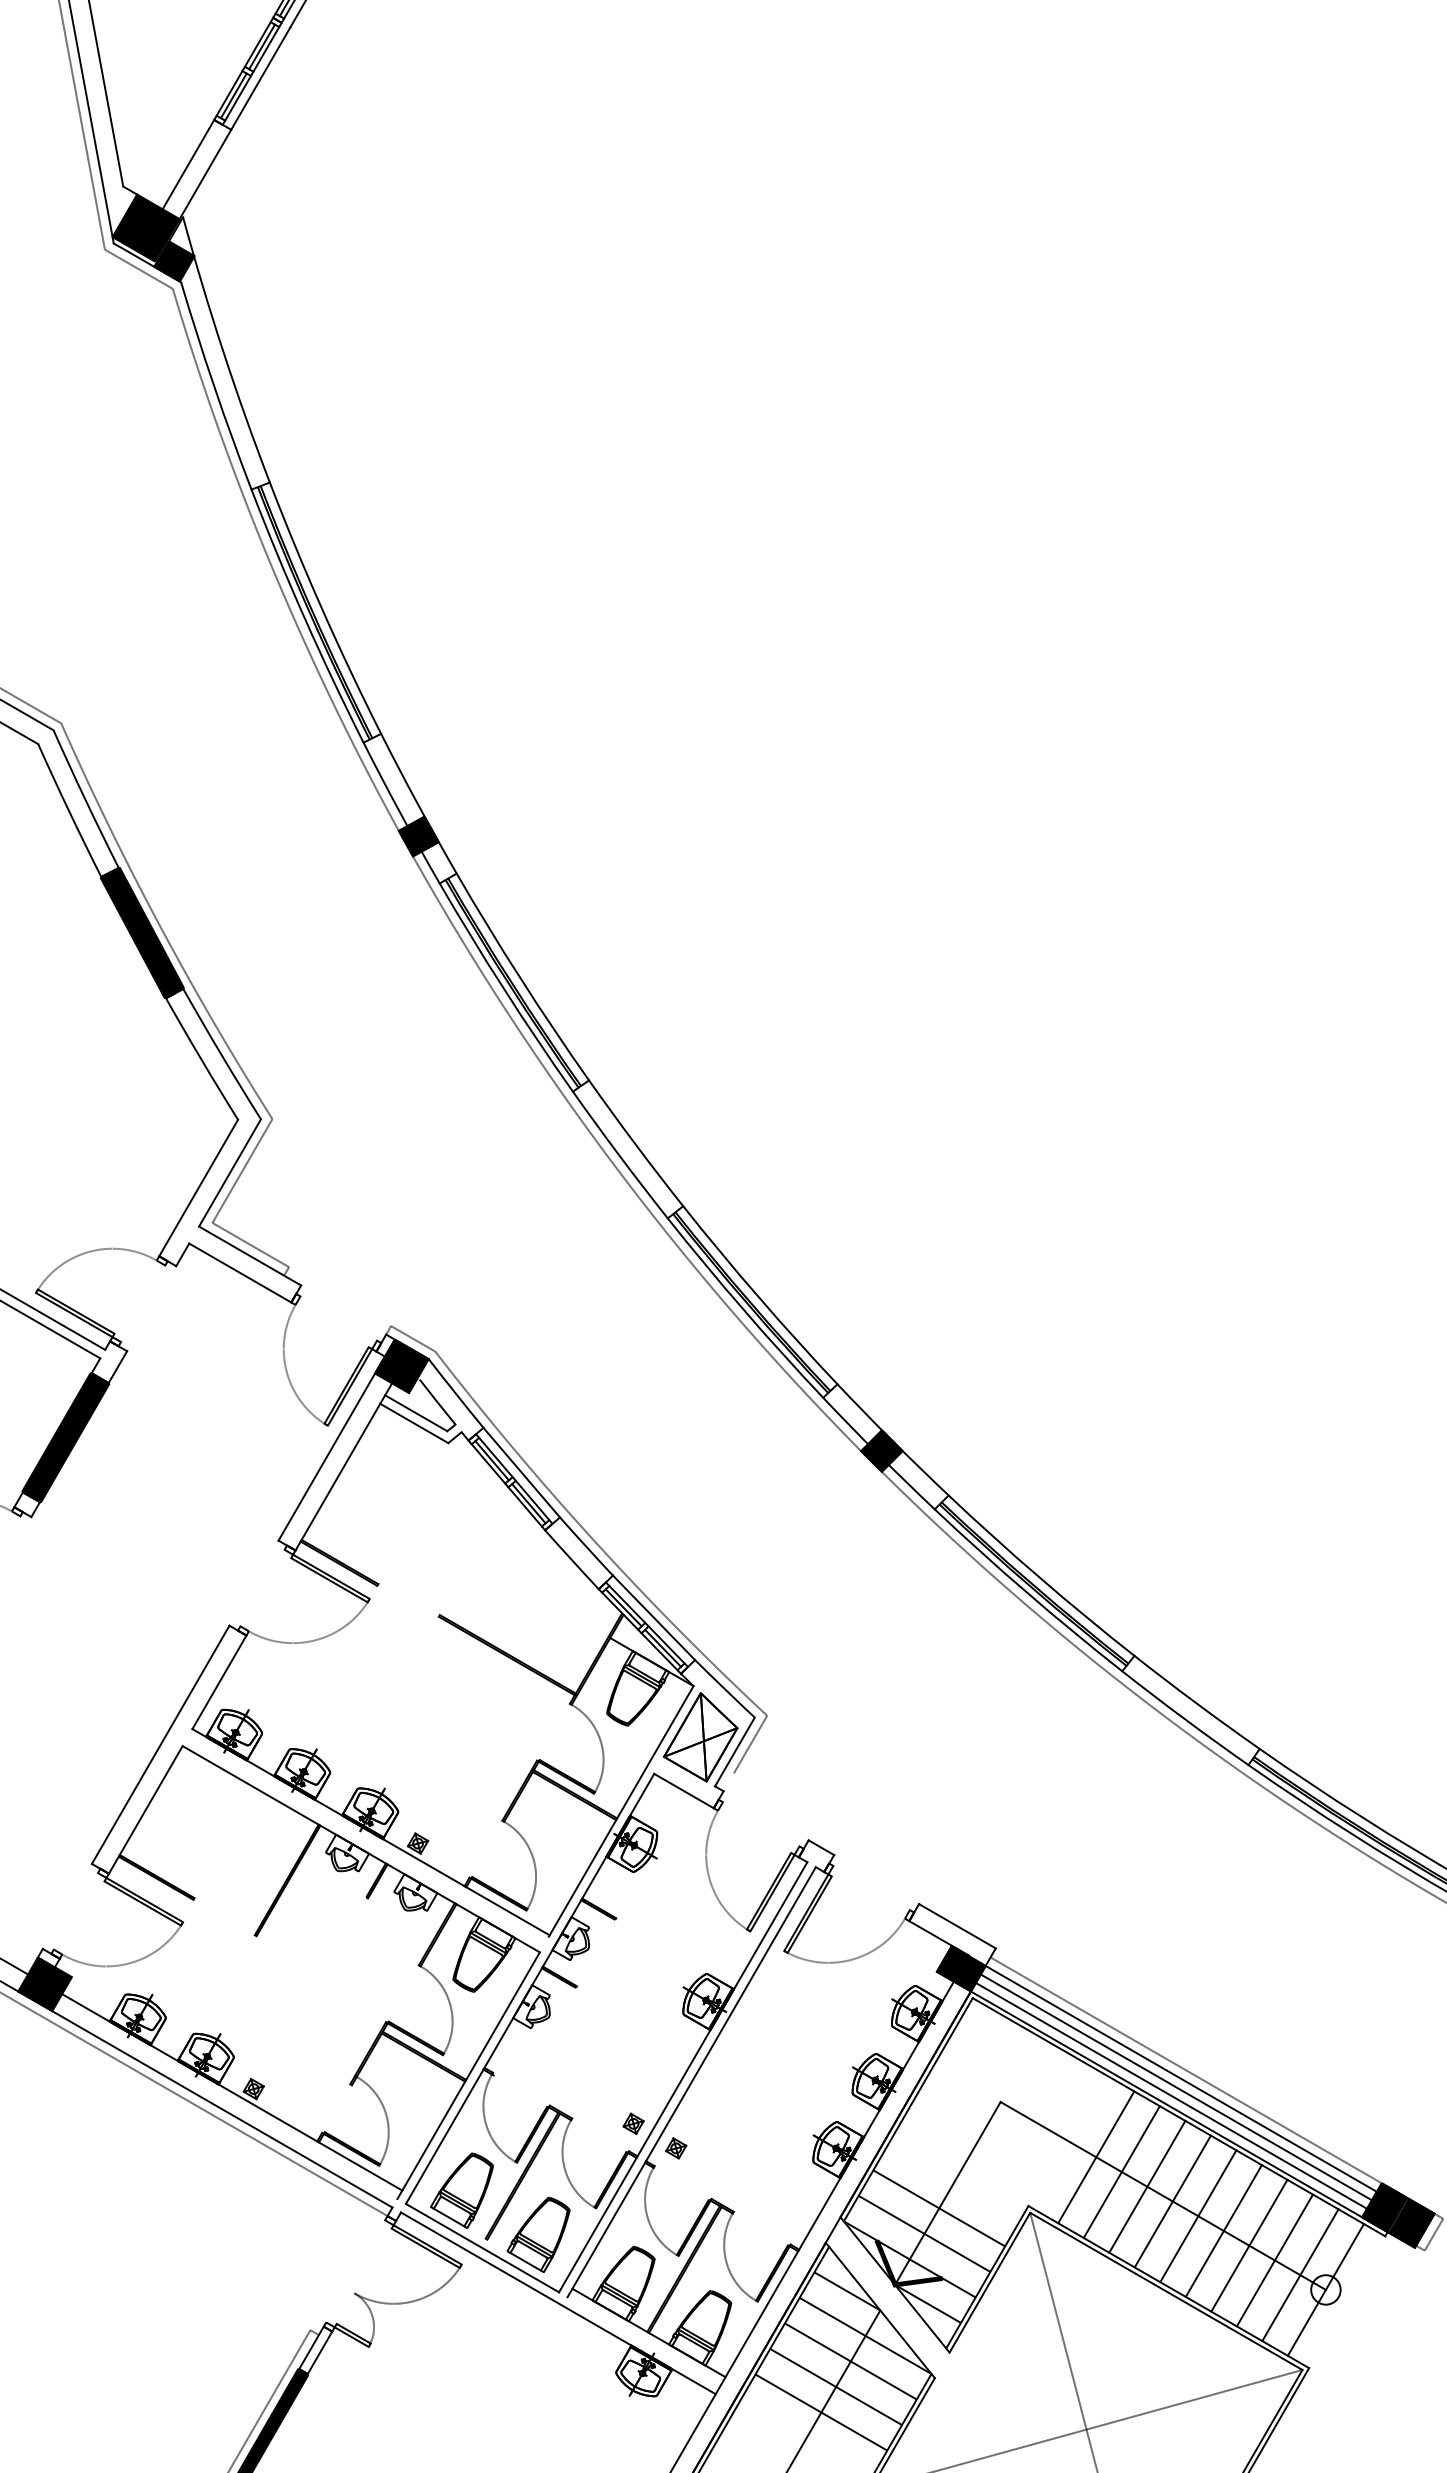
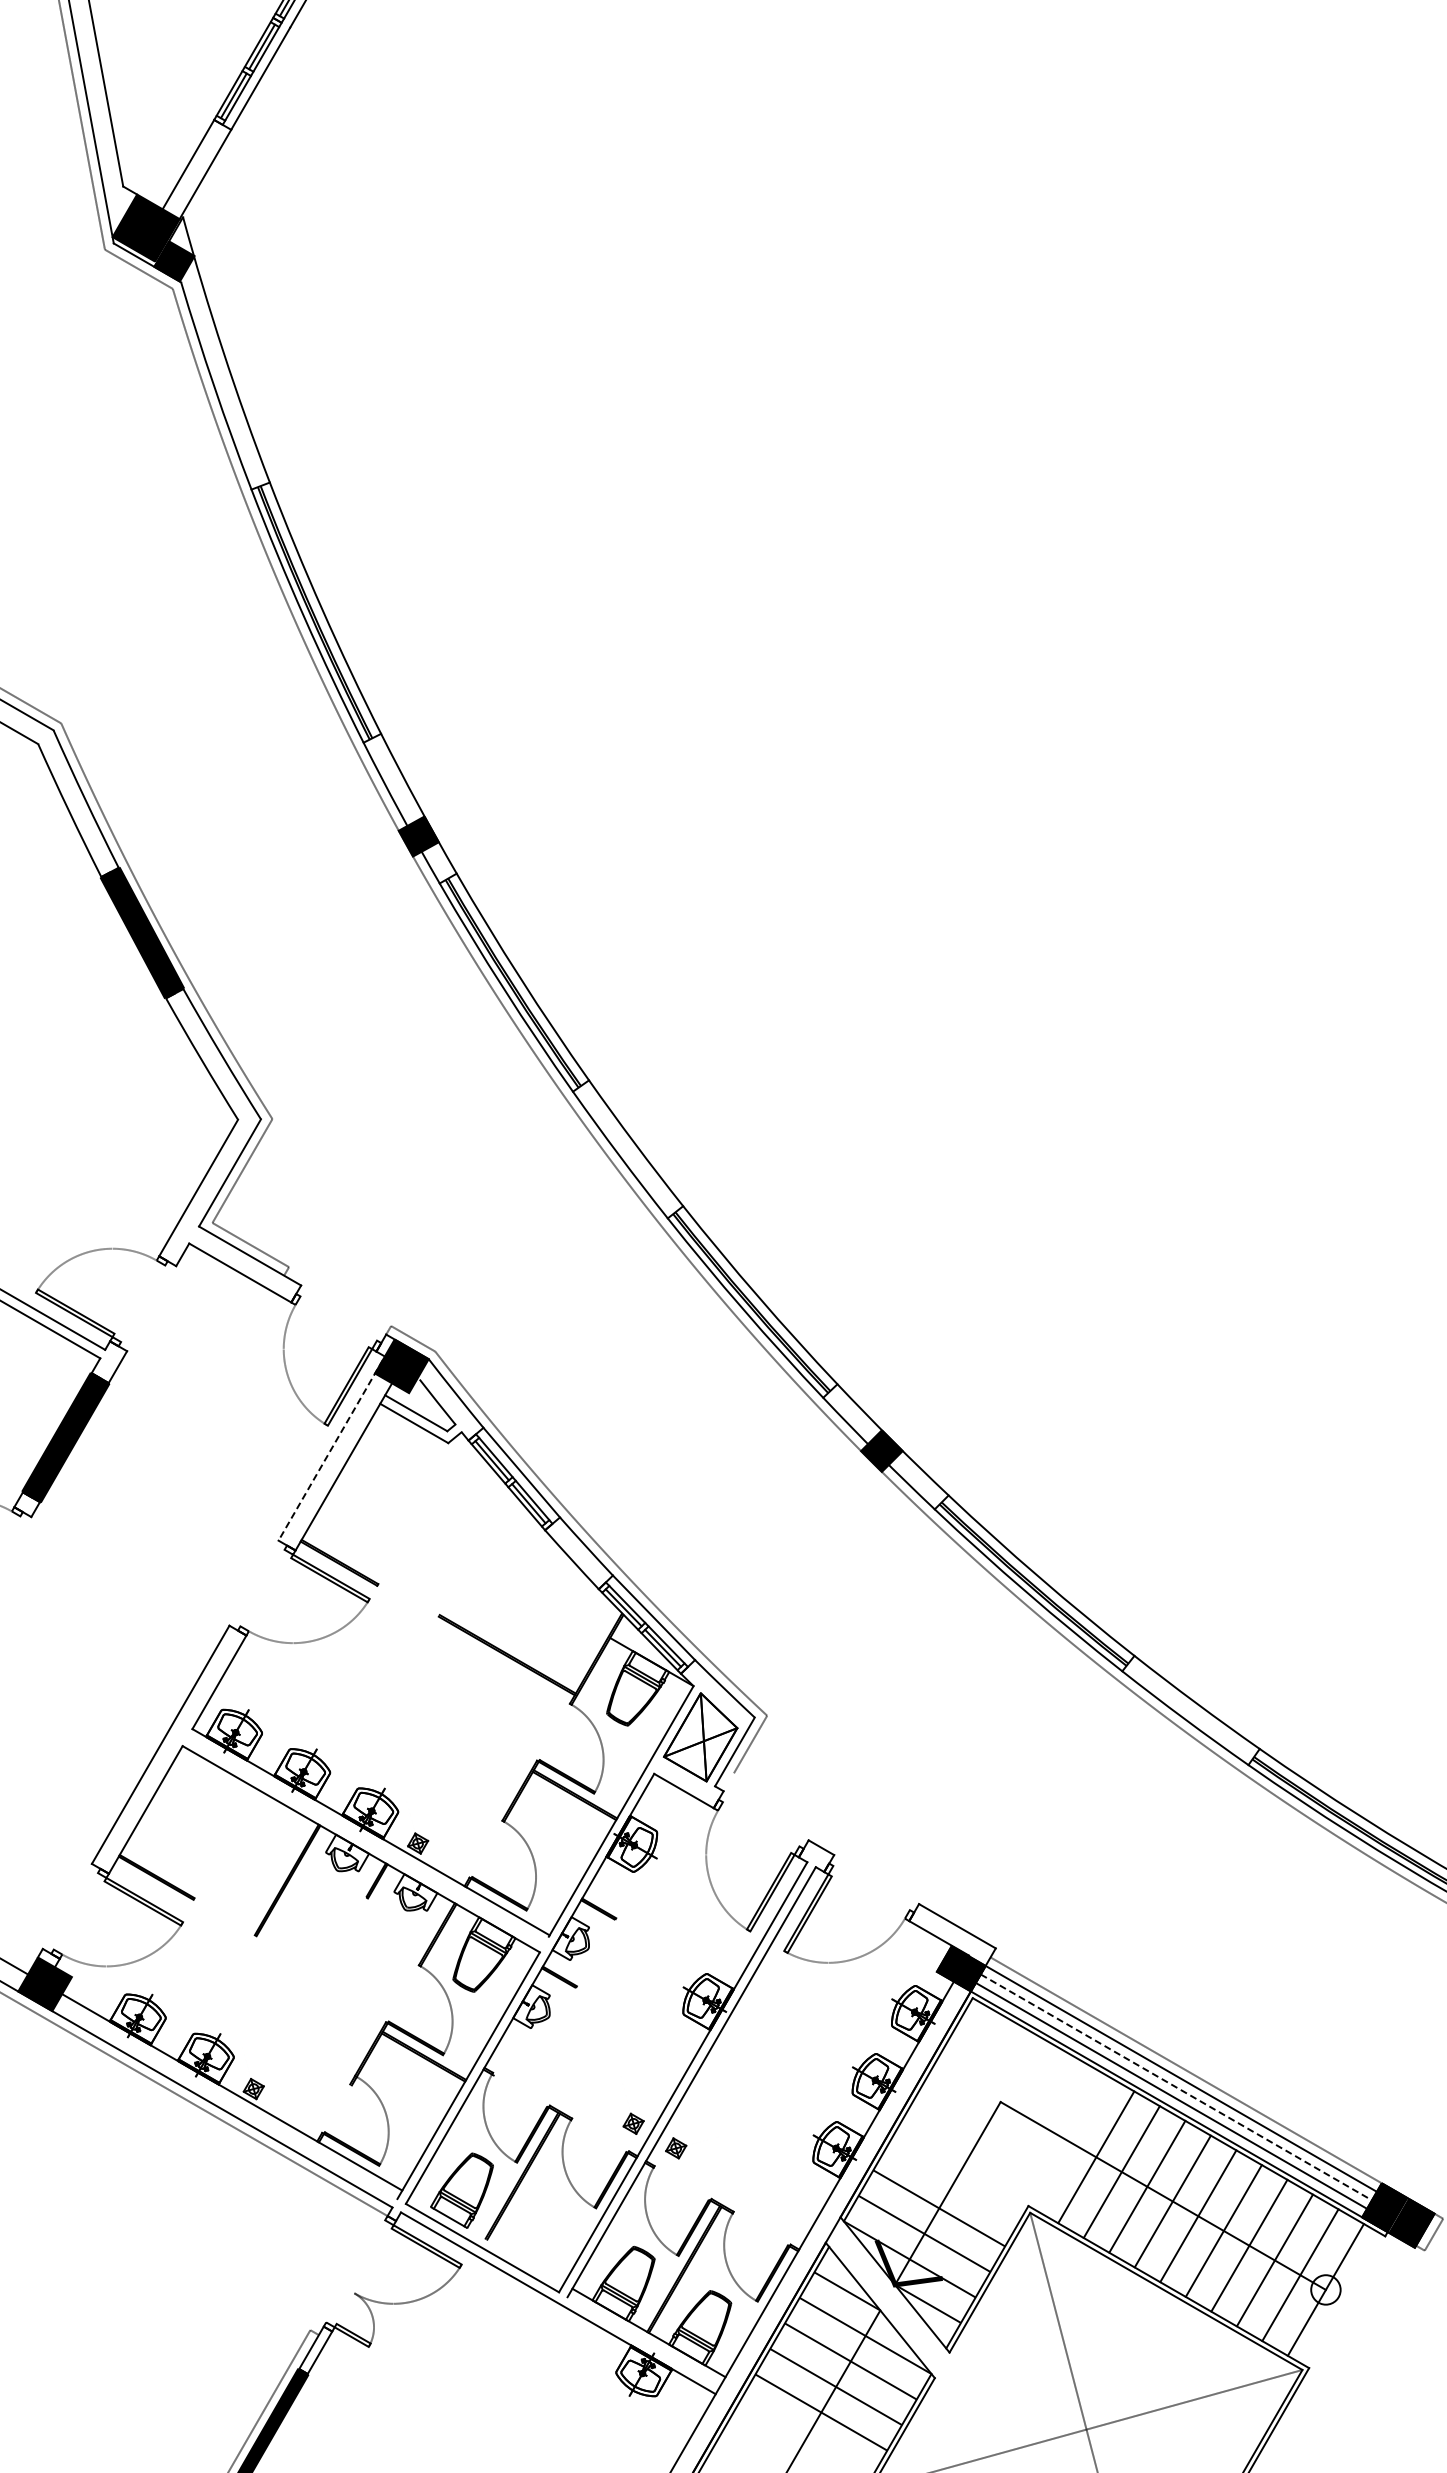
line at (330, 1450): solid -> dashed
line at (1176, 2087): solid -> dashed
part at (538, 2234): present -> none
